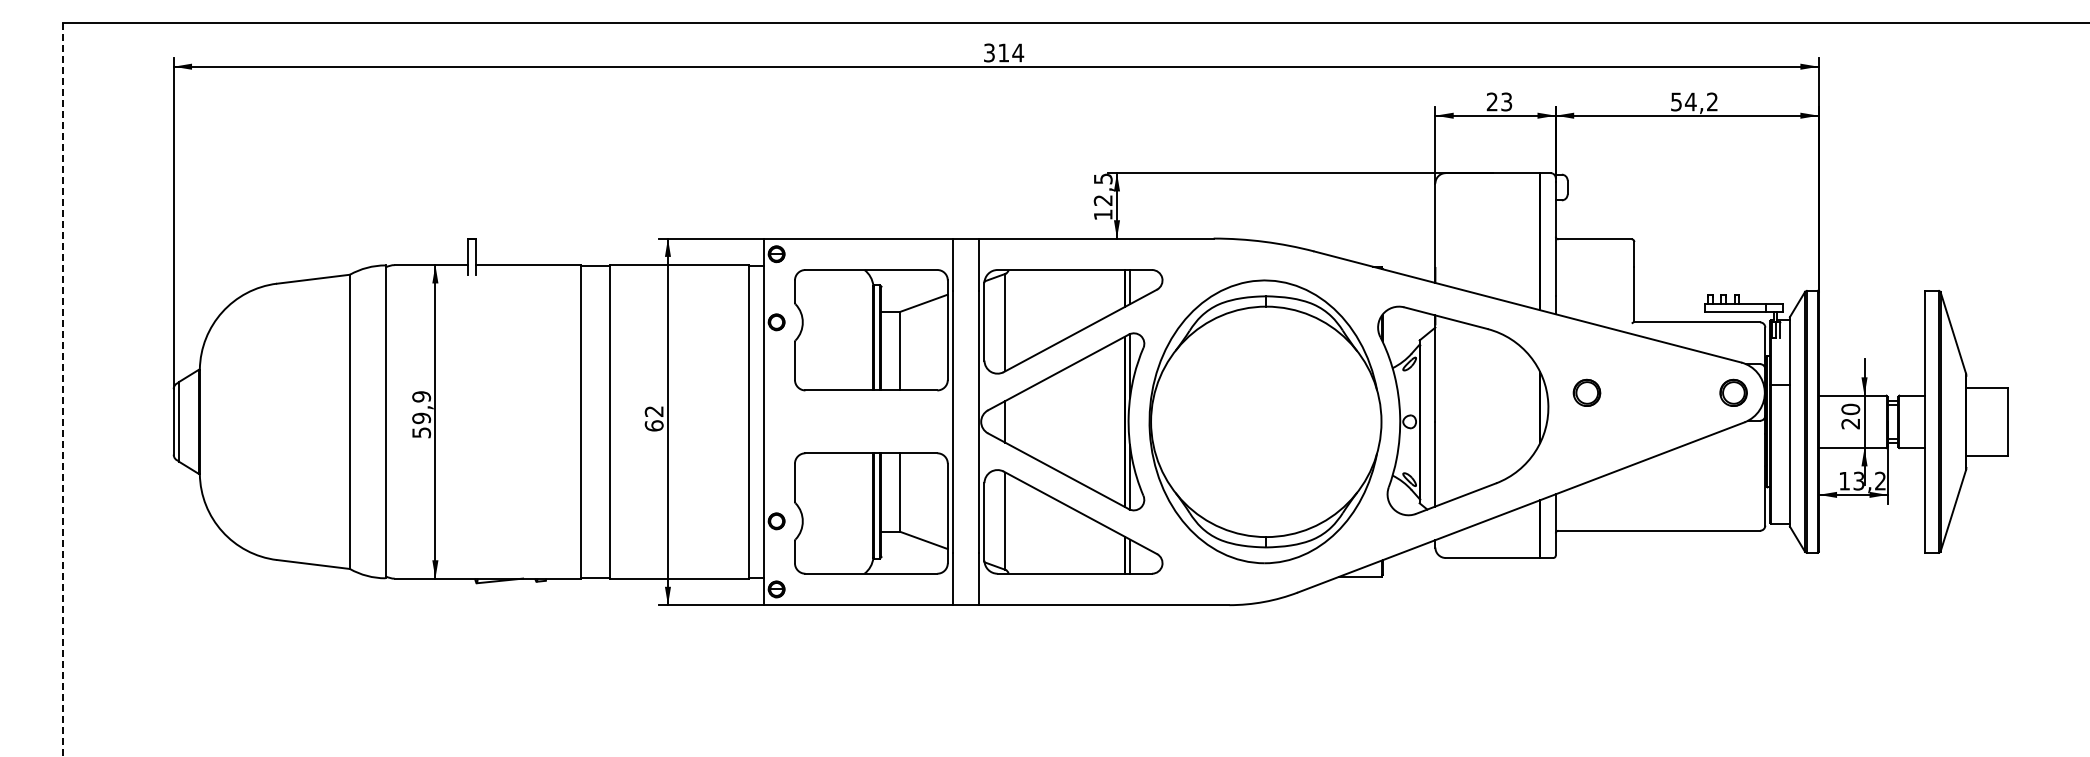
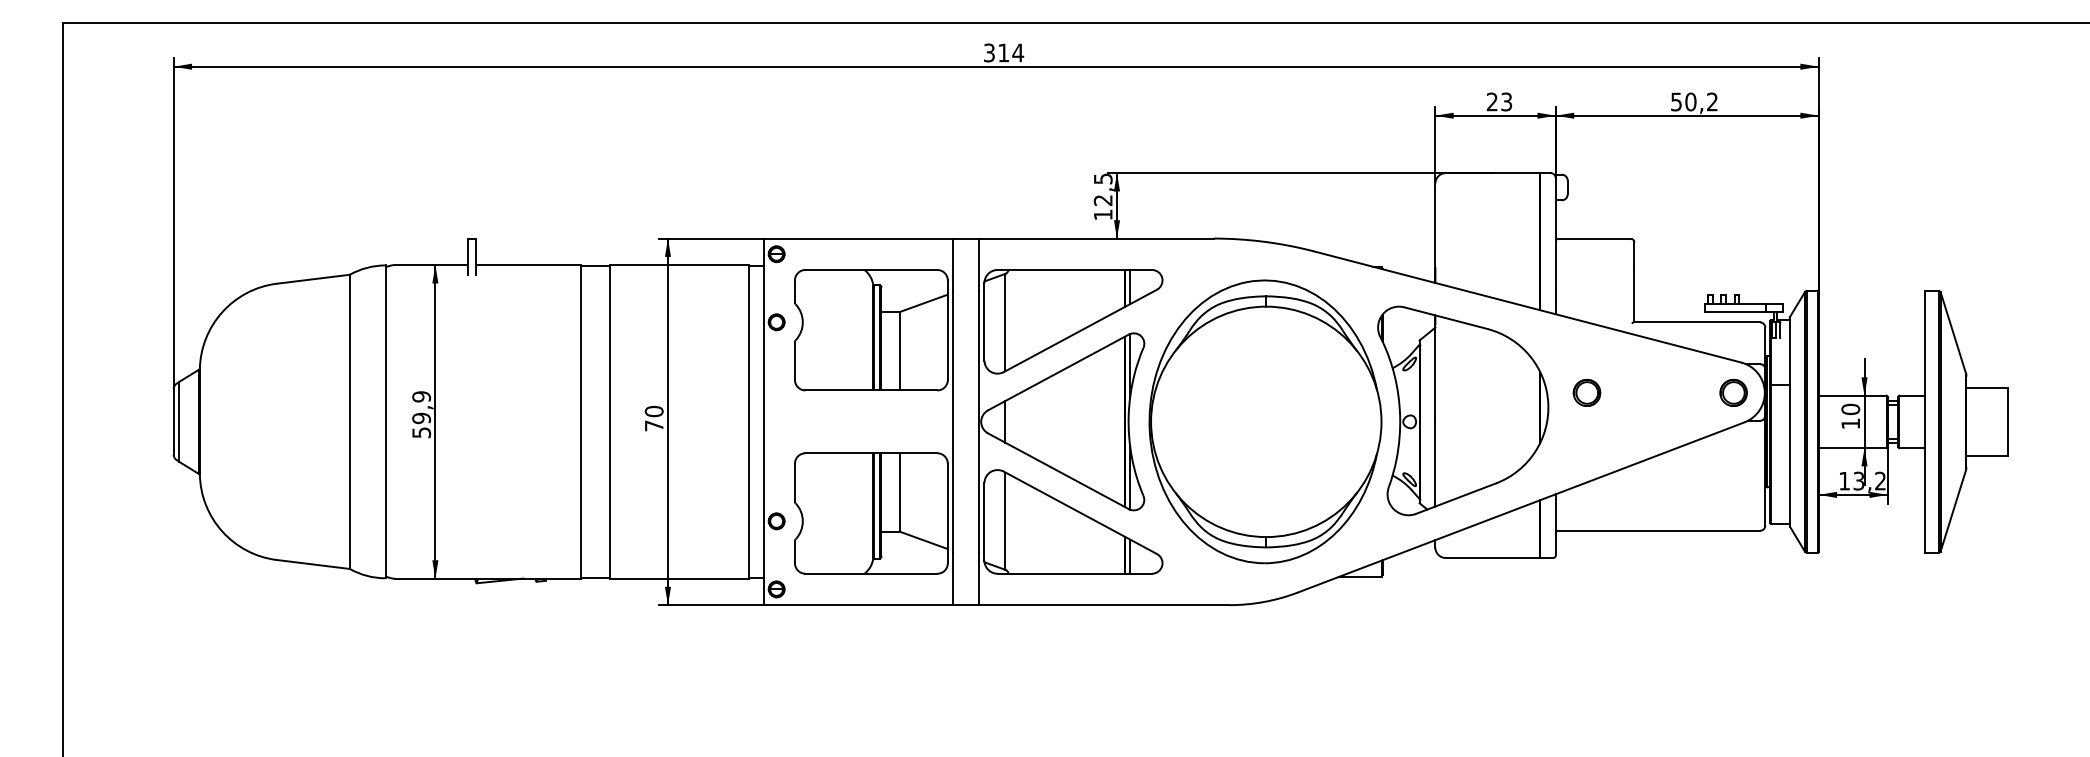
text at (1690, 101): 54,2 -> 50,2
line at (62, 389): dashed -> solid
text at (653, 418): 62 -> 70
text at (1850, 423): 20 -> 10
